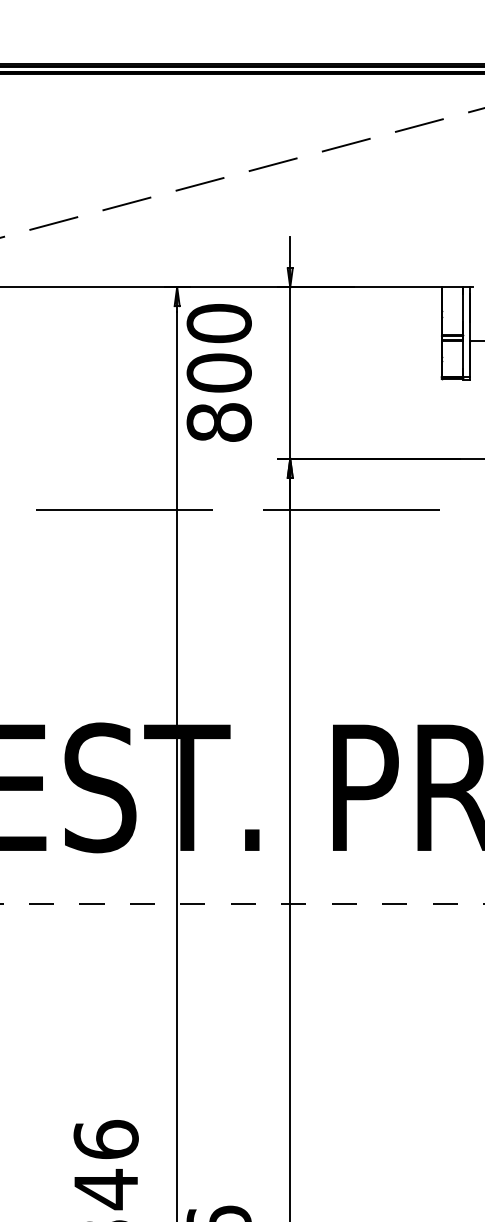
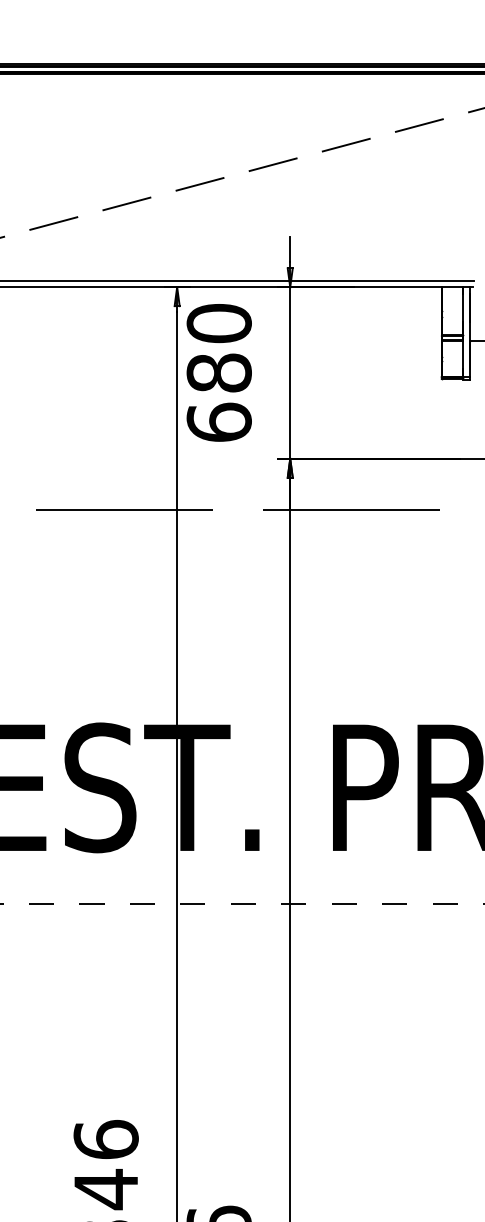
line at (237, 280): none -> present
text at (218, 397): 800 -> 680
